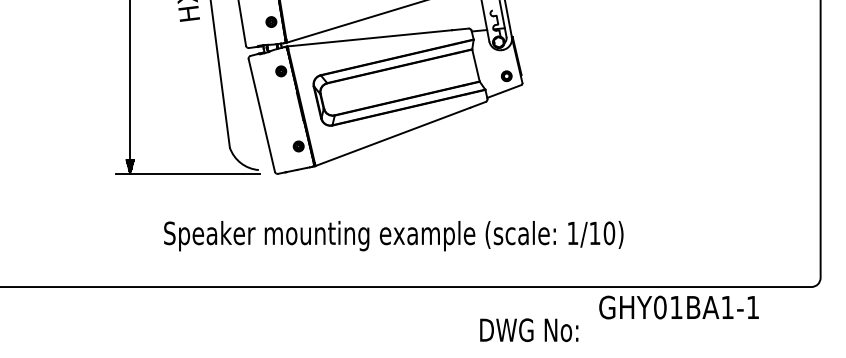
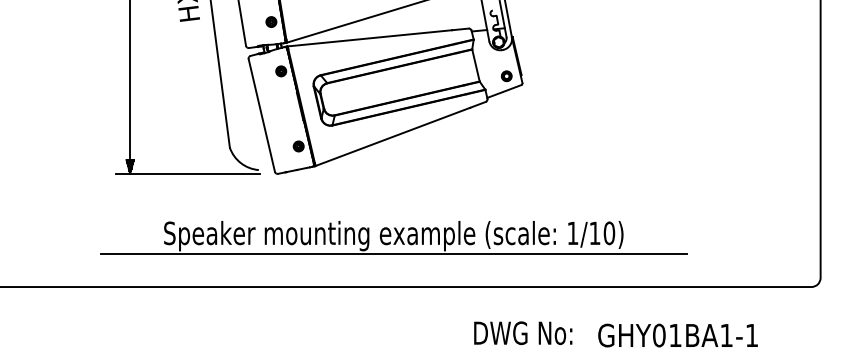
line at (393, 254): none -> present
text at (678, 307) position: (678, 307) -> (677, 335)
text at (529, 330) position: (529, 330) -> (523, 333)
